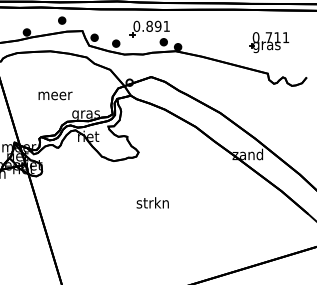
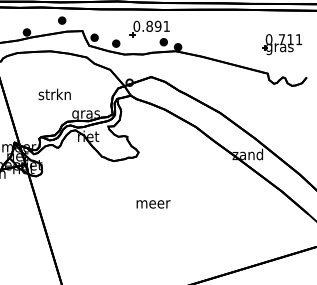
part at (269, 42) position: (269, 42) -> (282, 44)
text at (55, 94): meer -> strkn
text at (153, 202): strkn -> meer
